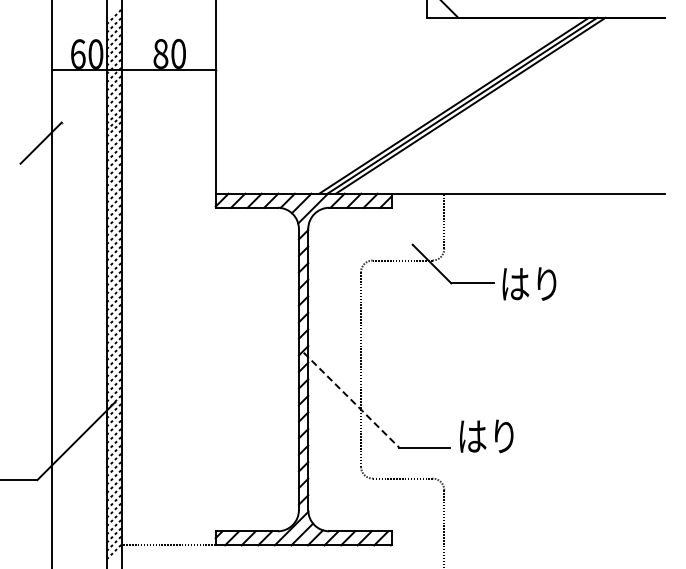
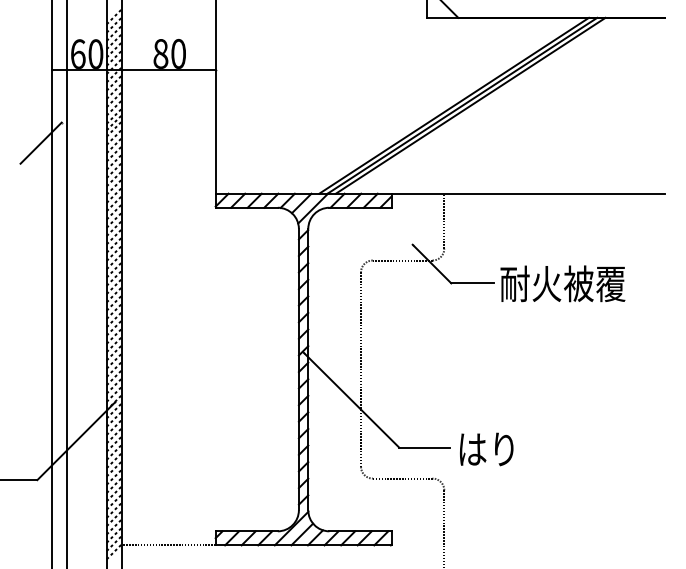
line at (66, 283): none -> present
text at (562, 283): はり -> 耐火被覆
line at (351, 400): dashed -> solid
text at (486, 436) position: (486, 436) -> (486, 449)
